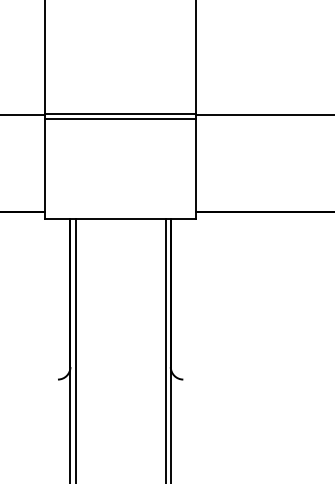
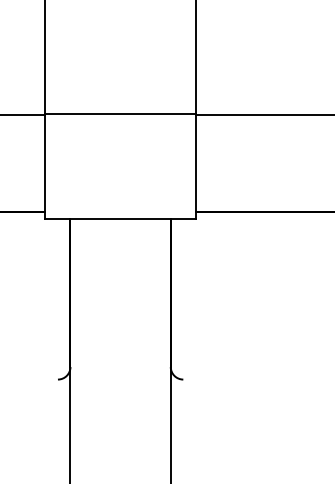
line at (120, 119): present -> none
line at (75, 349): present -> none
line at (165, 349): present -> none
